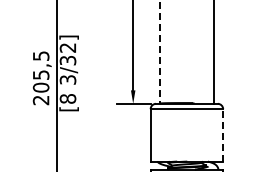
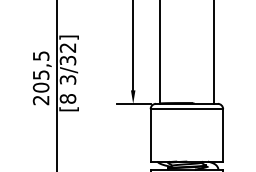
line at (160, 52): dashed -> solid
line at (223, 134): dashed -> solid
